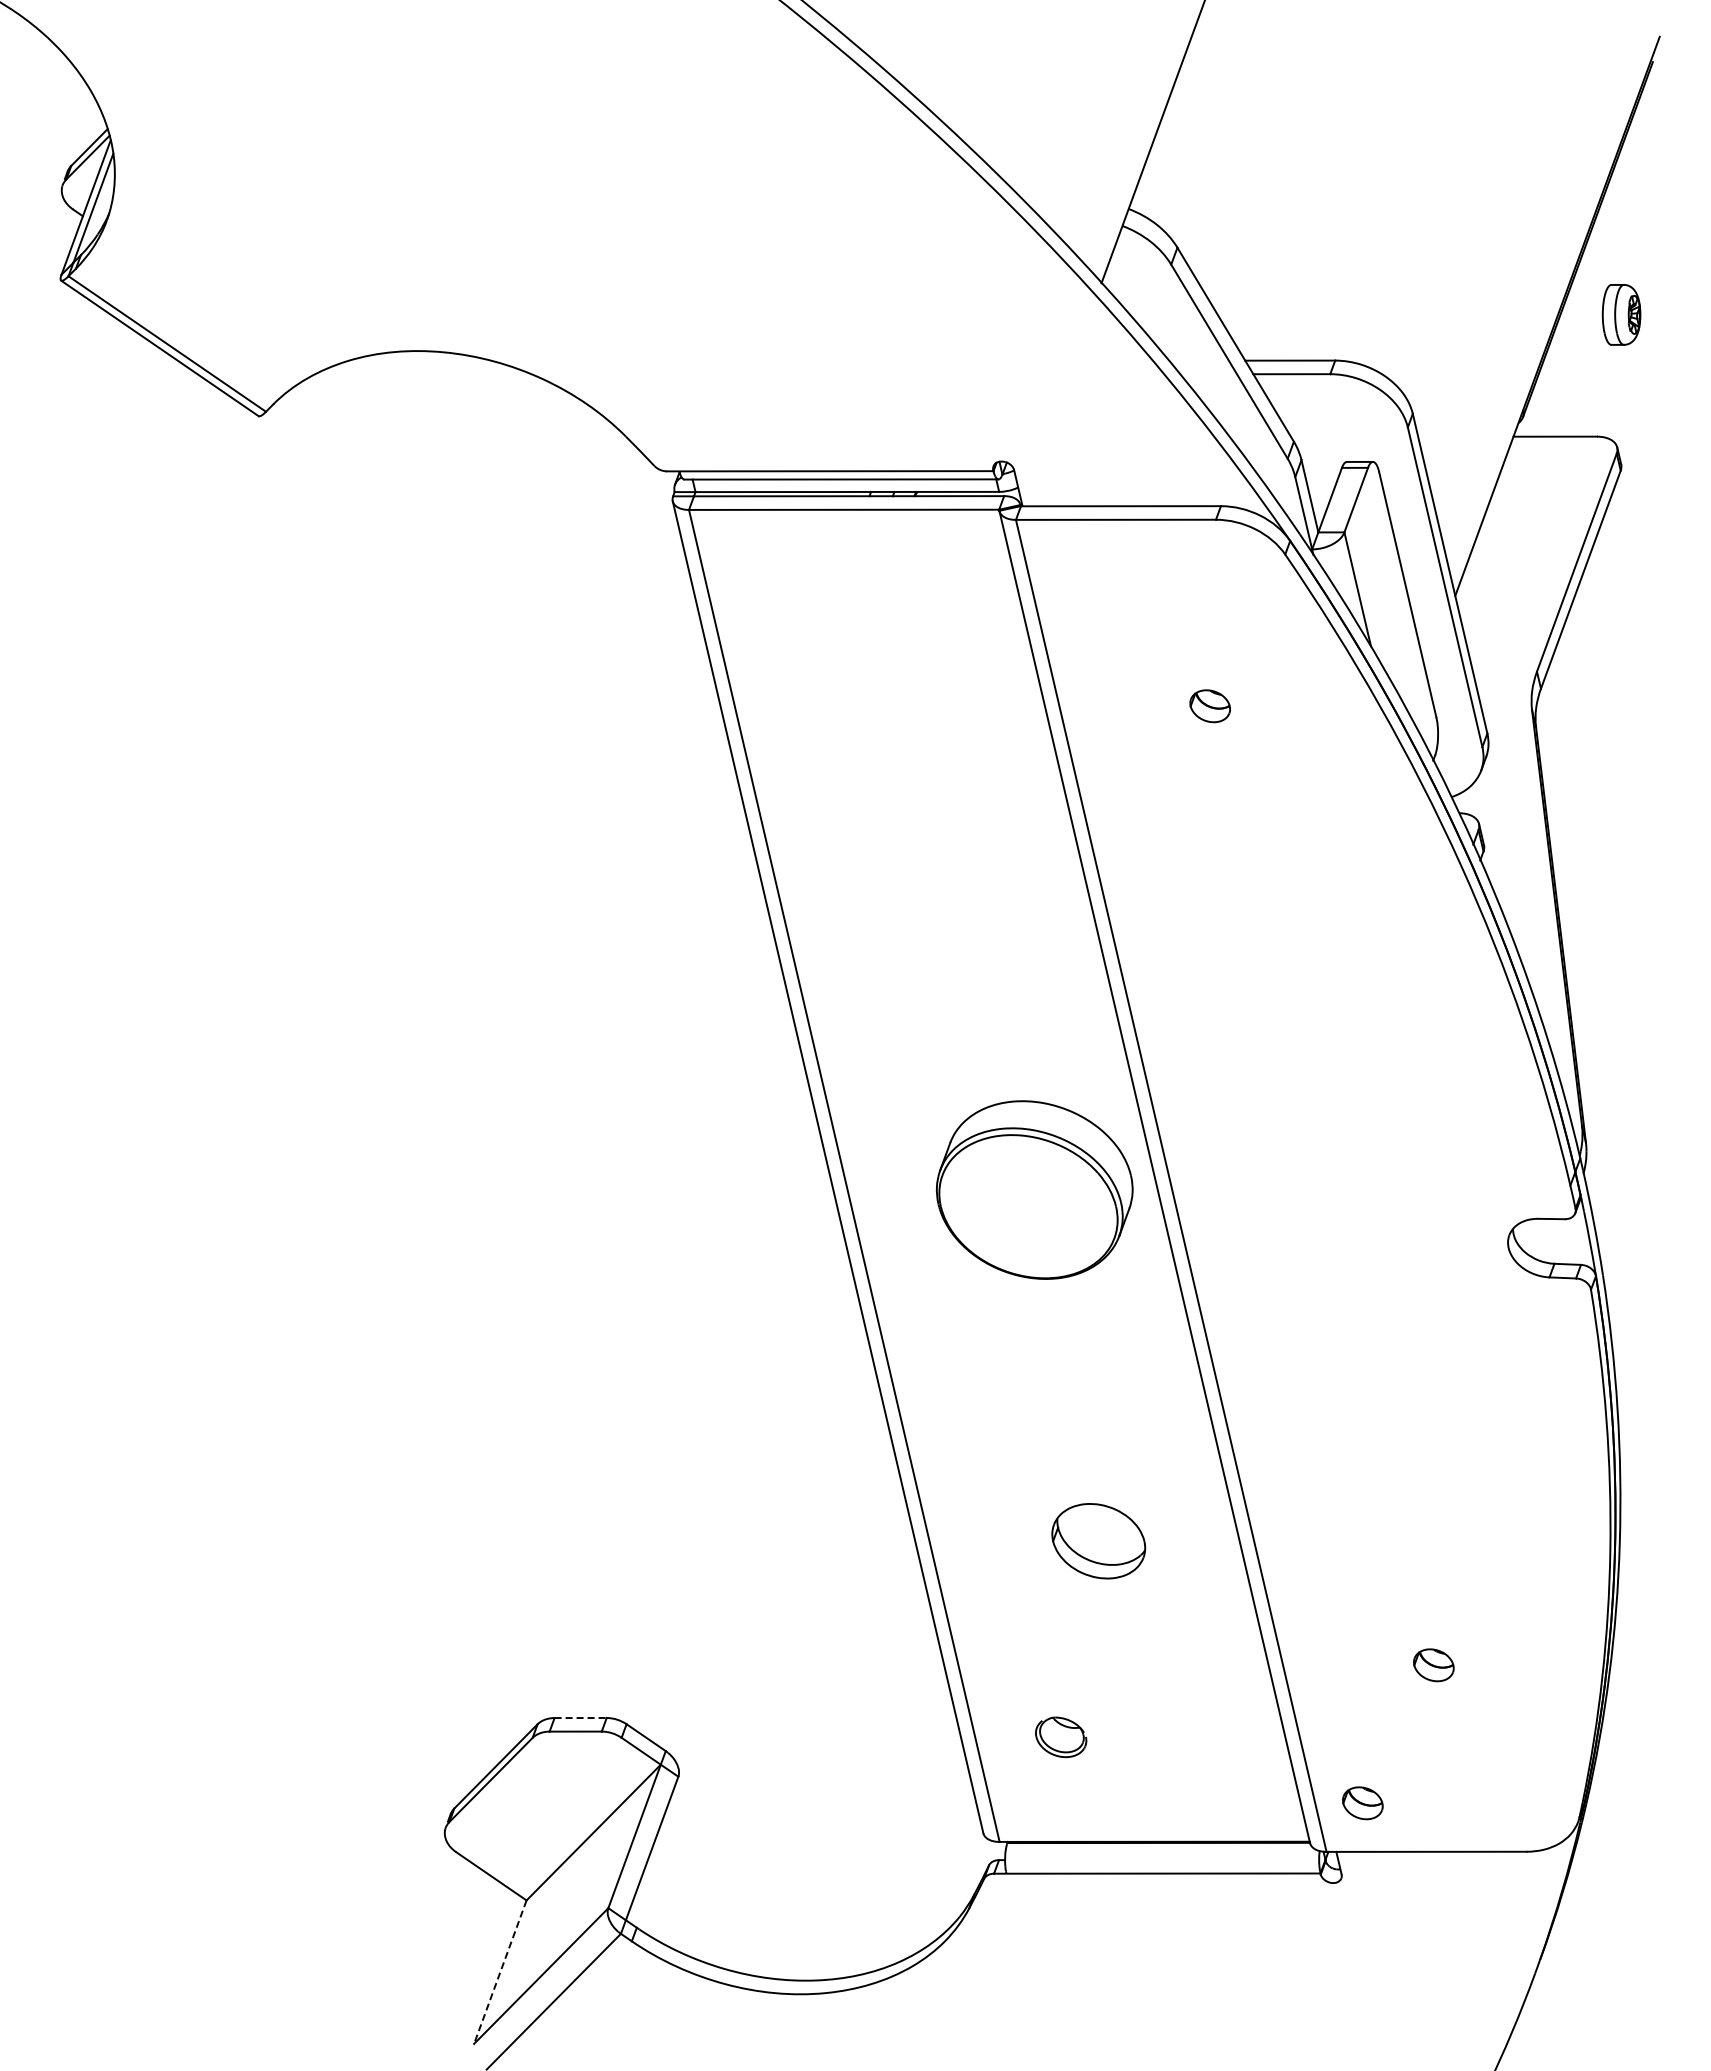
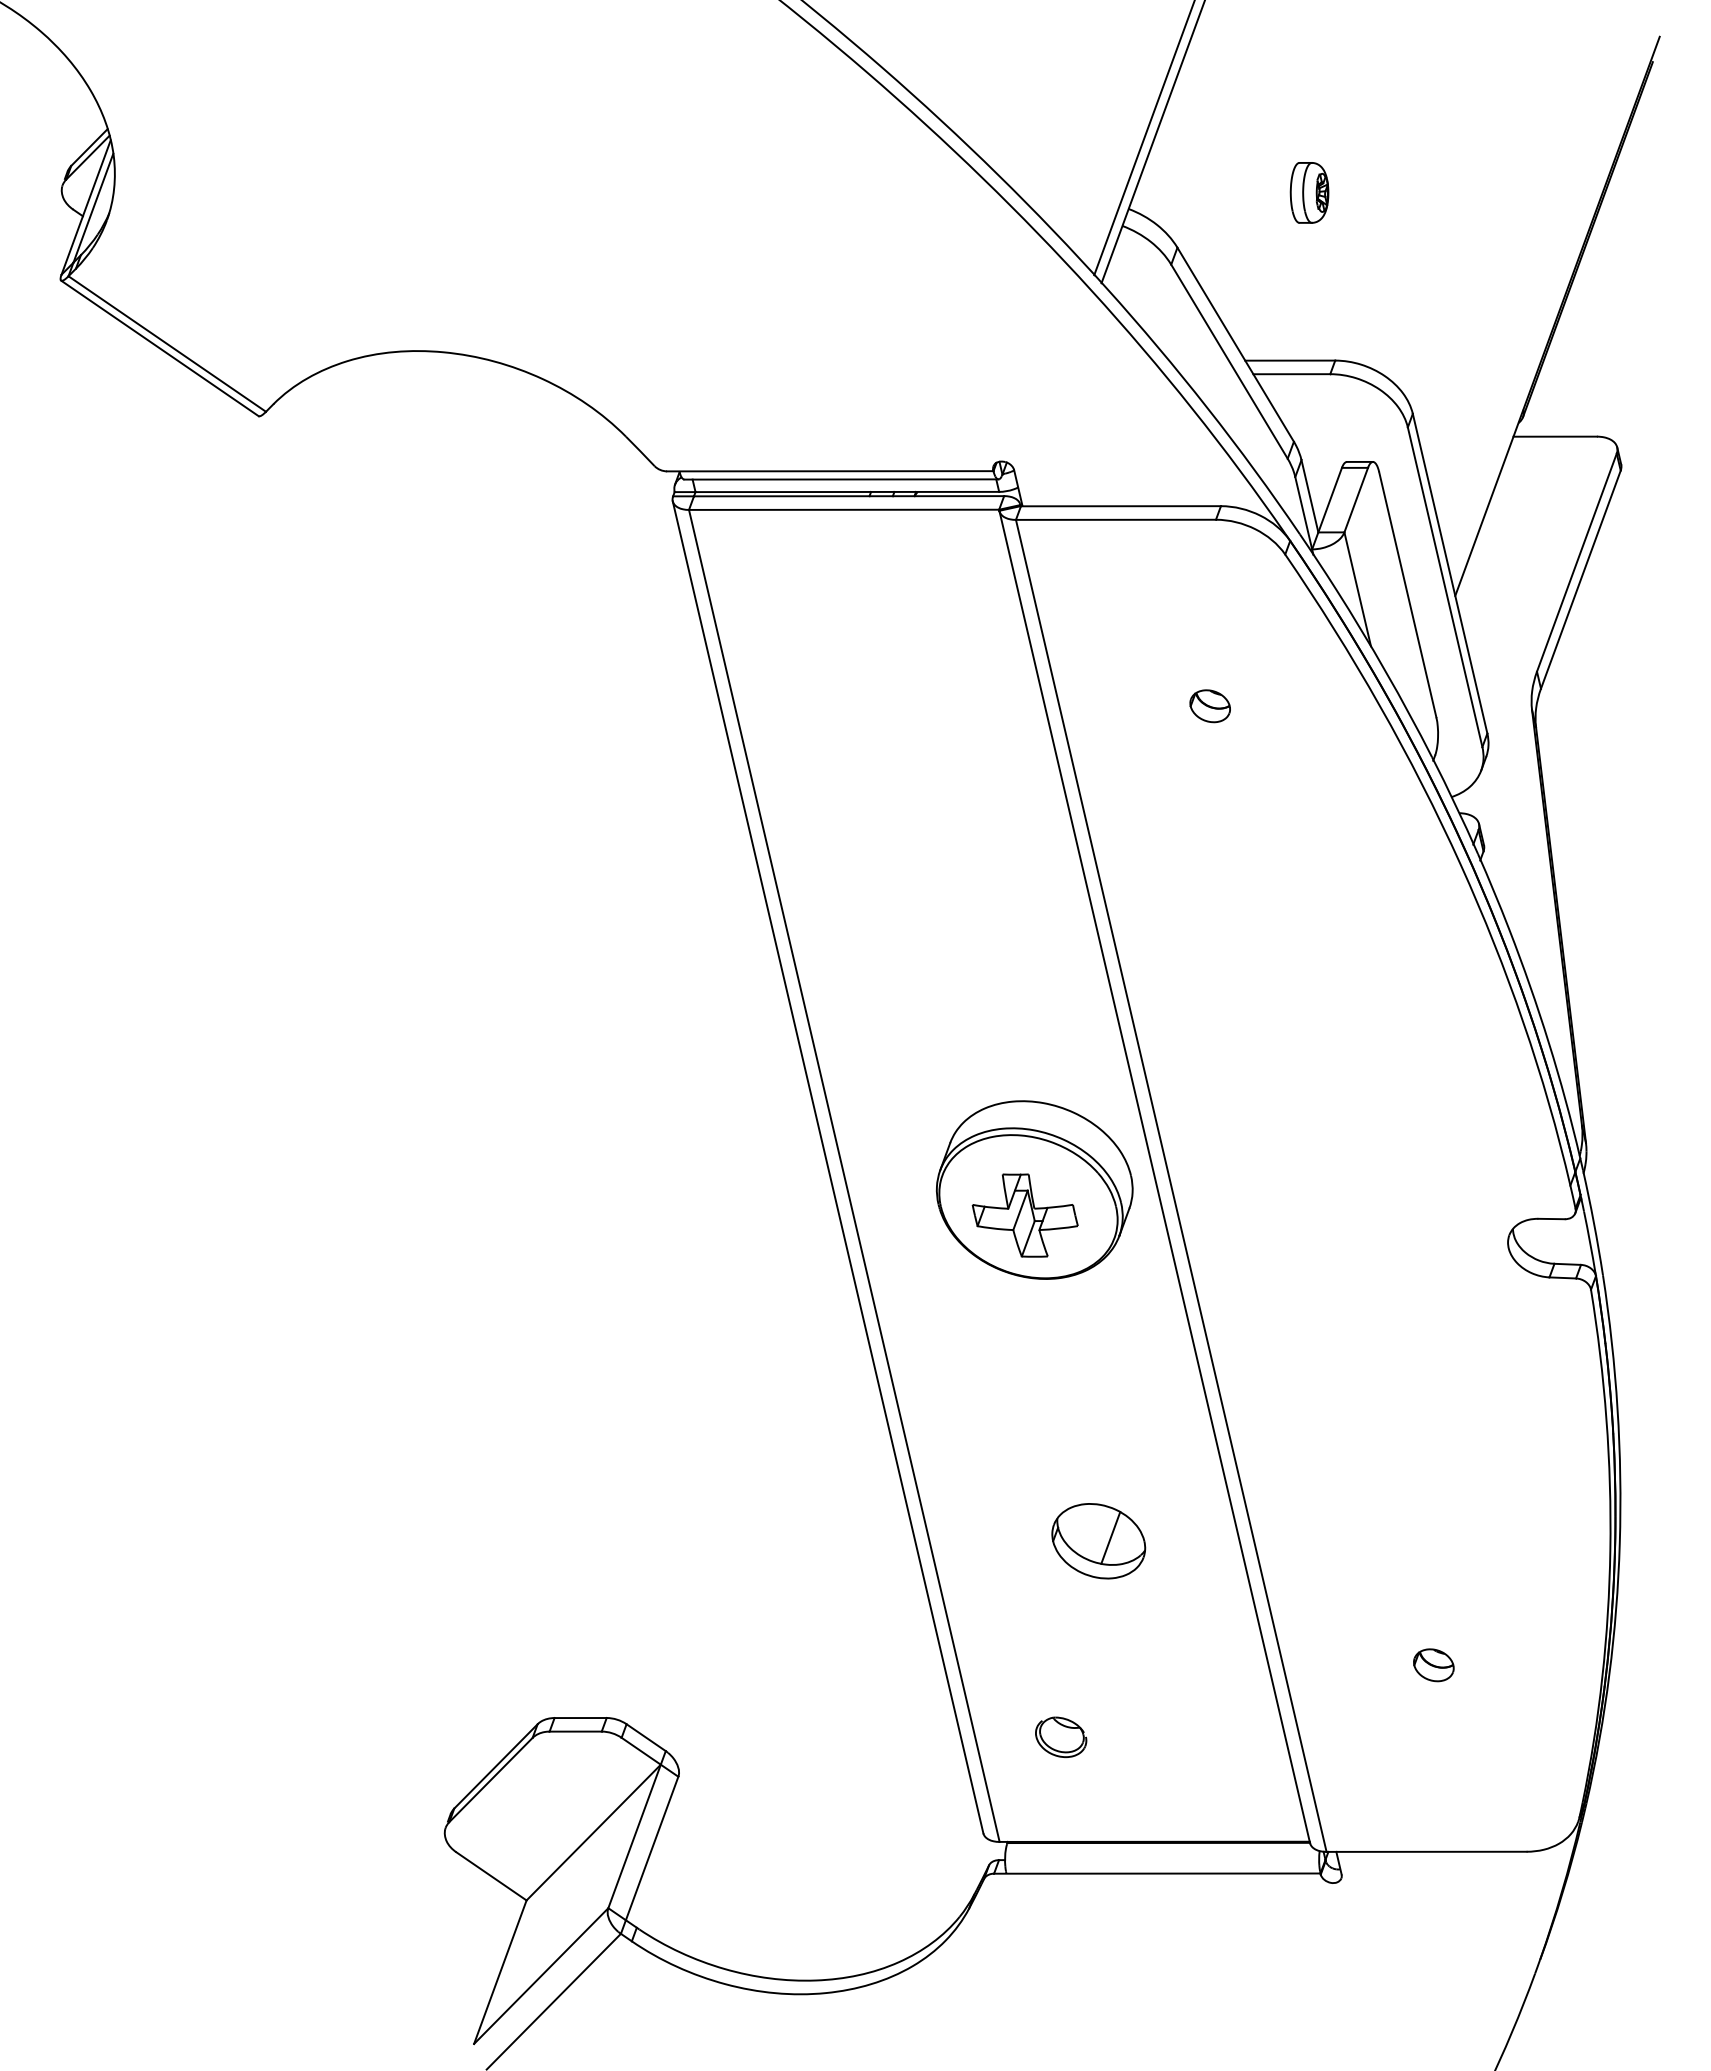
line at (1144, 138): none -> present
part at (1621, 314) position: (1621, 314) -> (1309, 192)
part at (1024, 1215): none -> present
line at (1110, 1537): none -> present
line at (581, 1718): dashed -> solid
part at (1362, 1803): present -> none
line at (500, 1972): dashed -> solid
